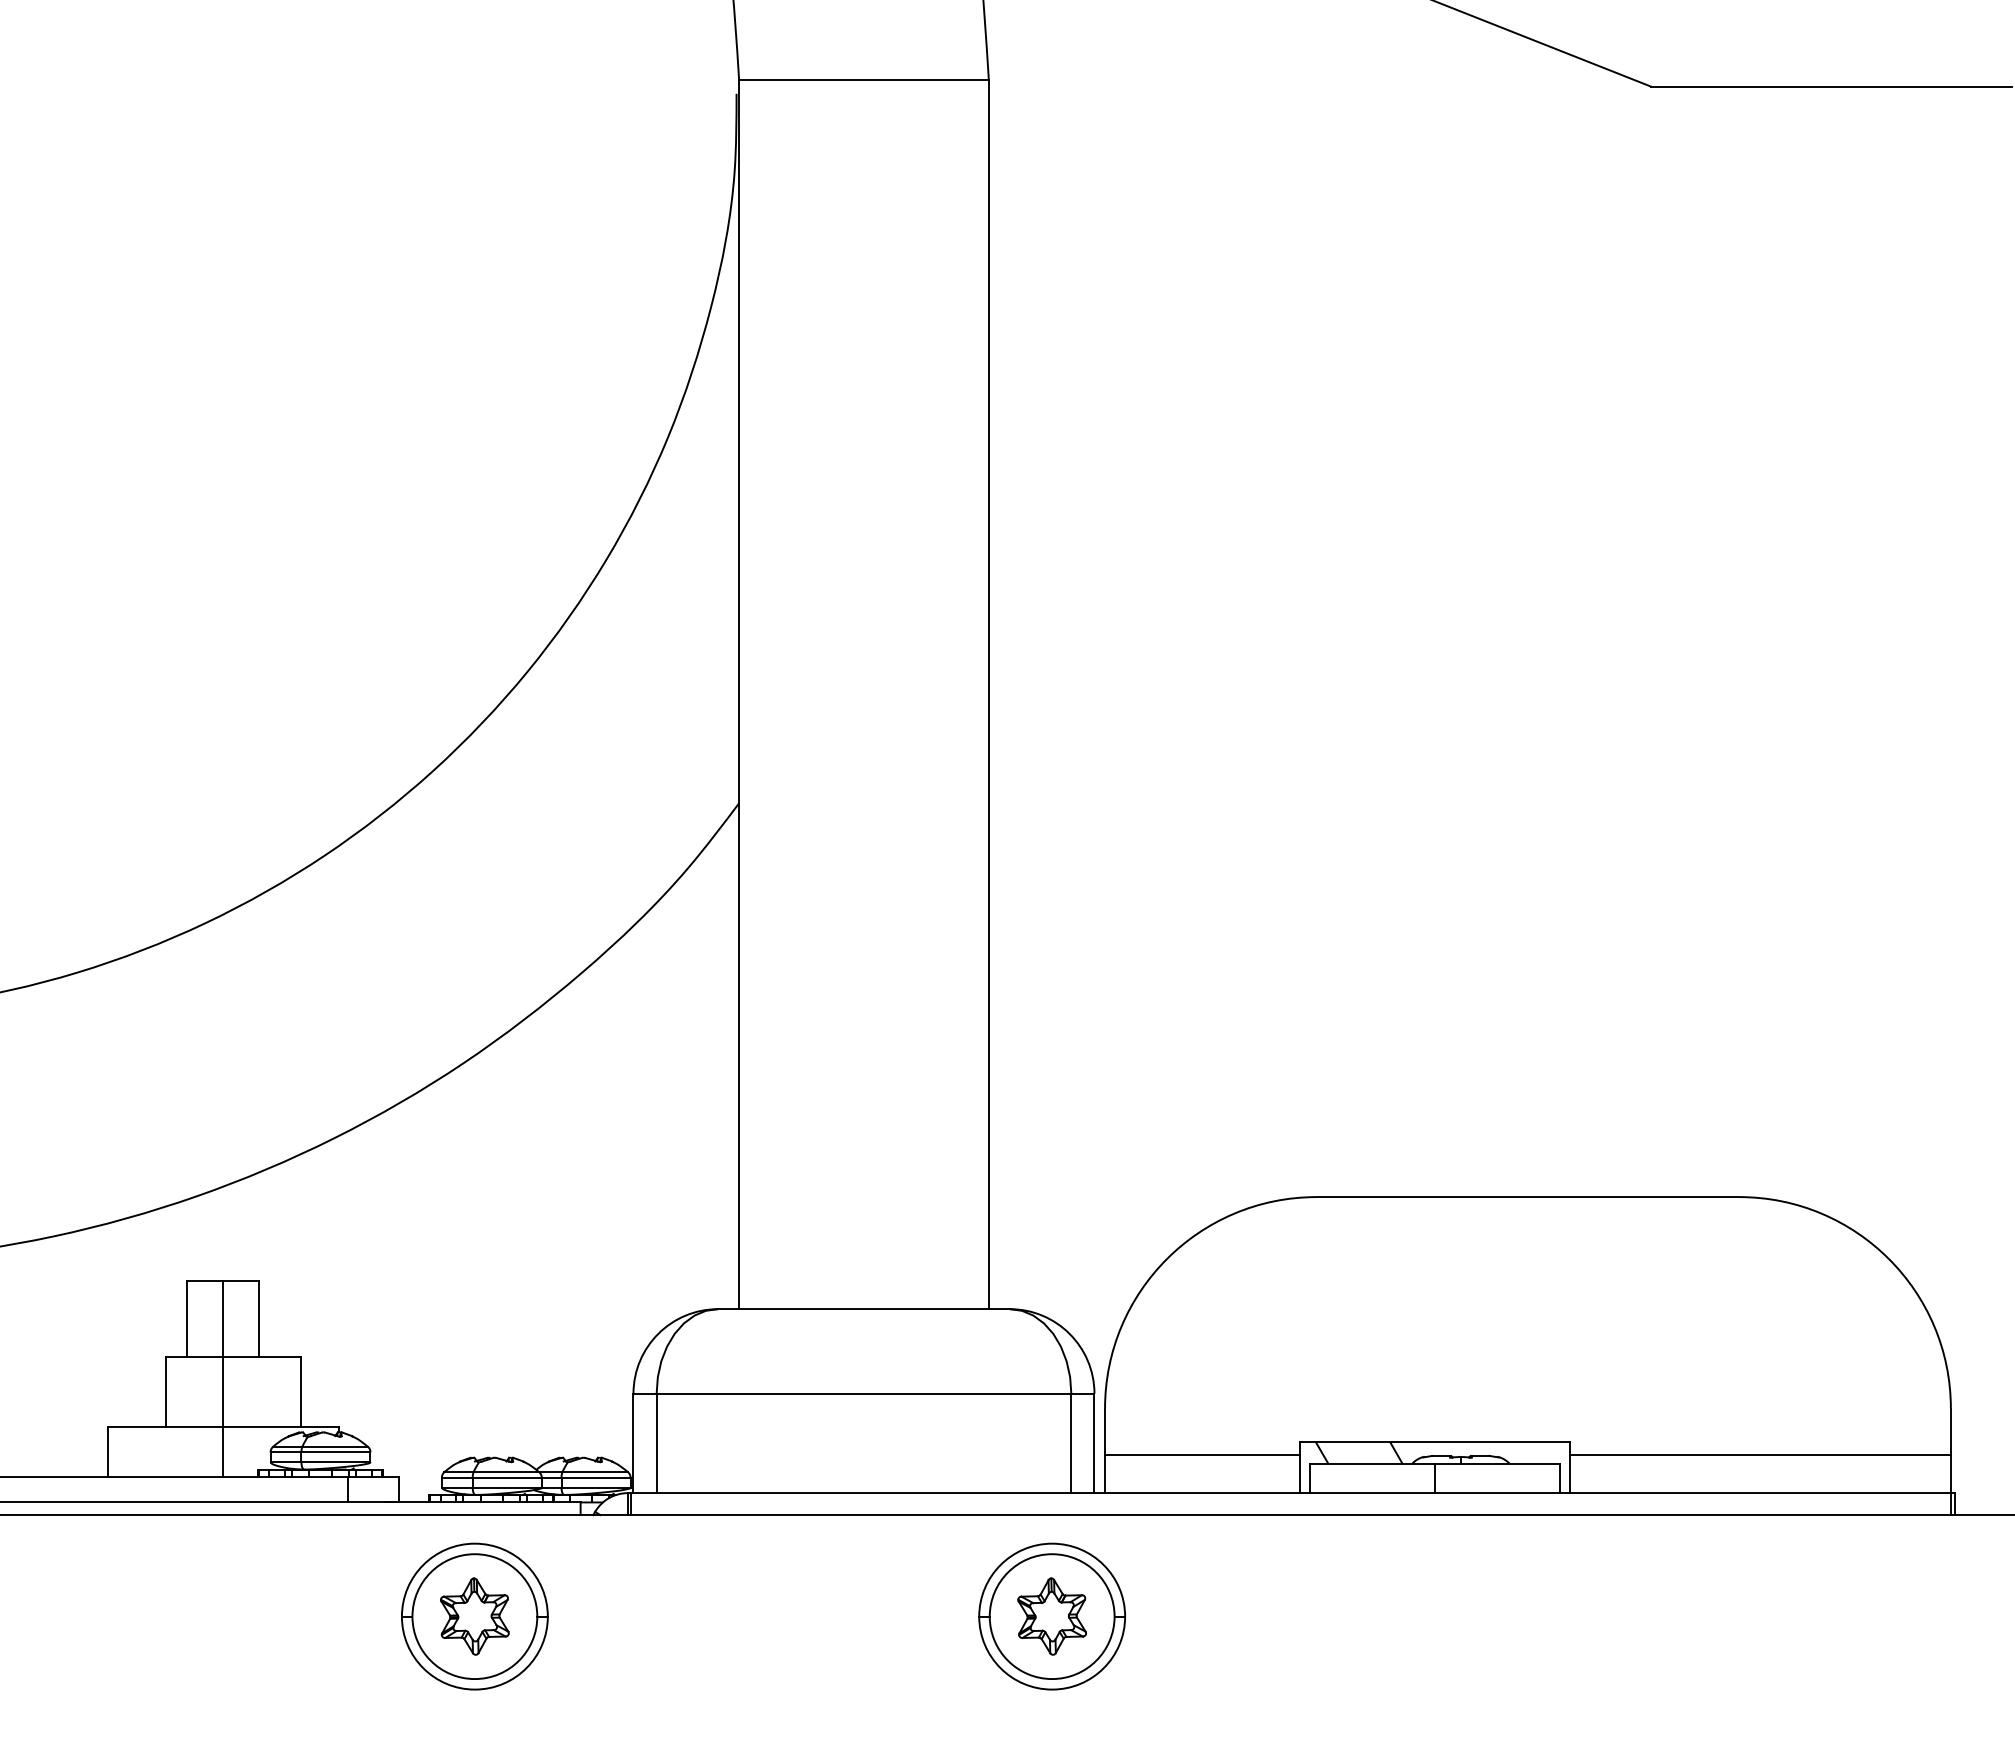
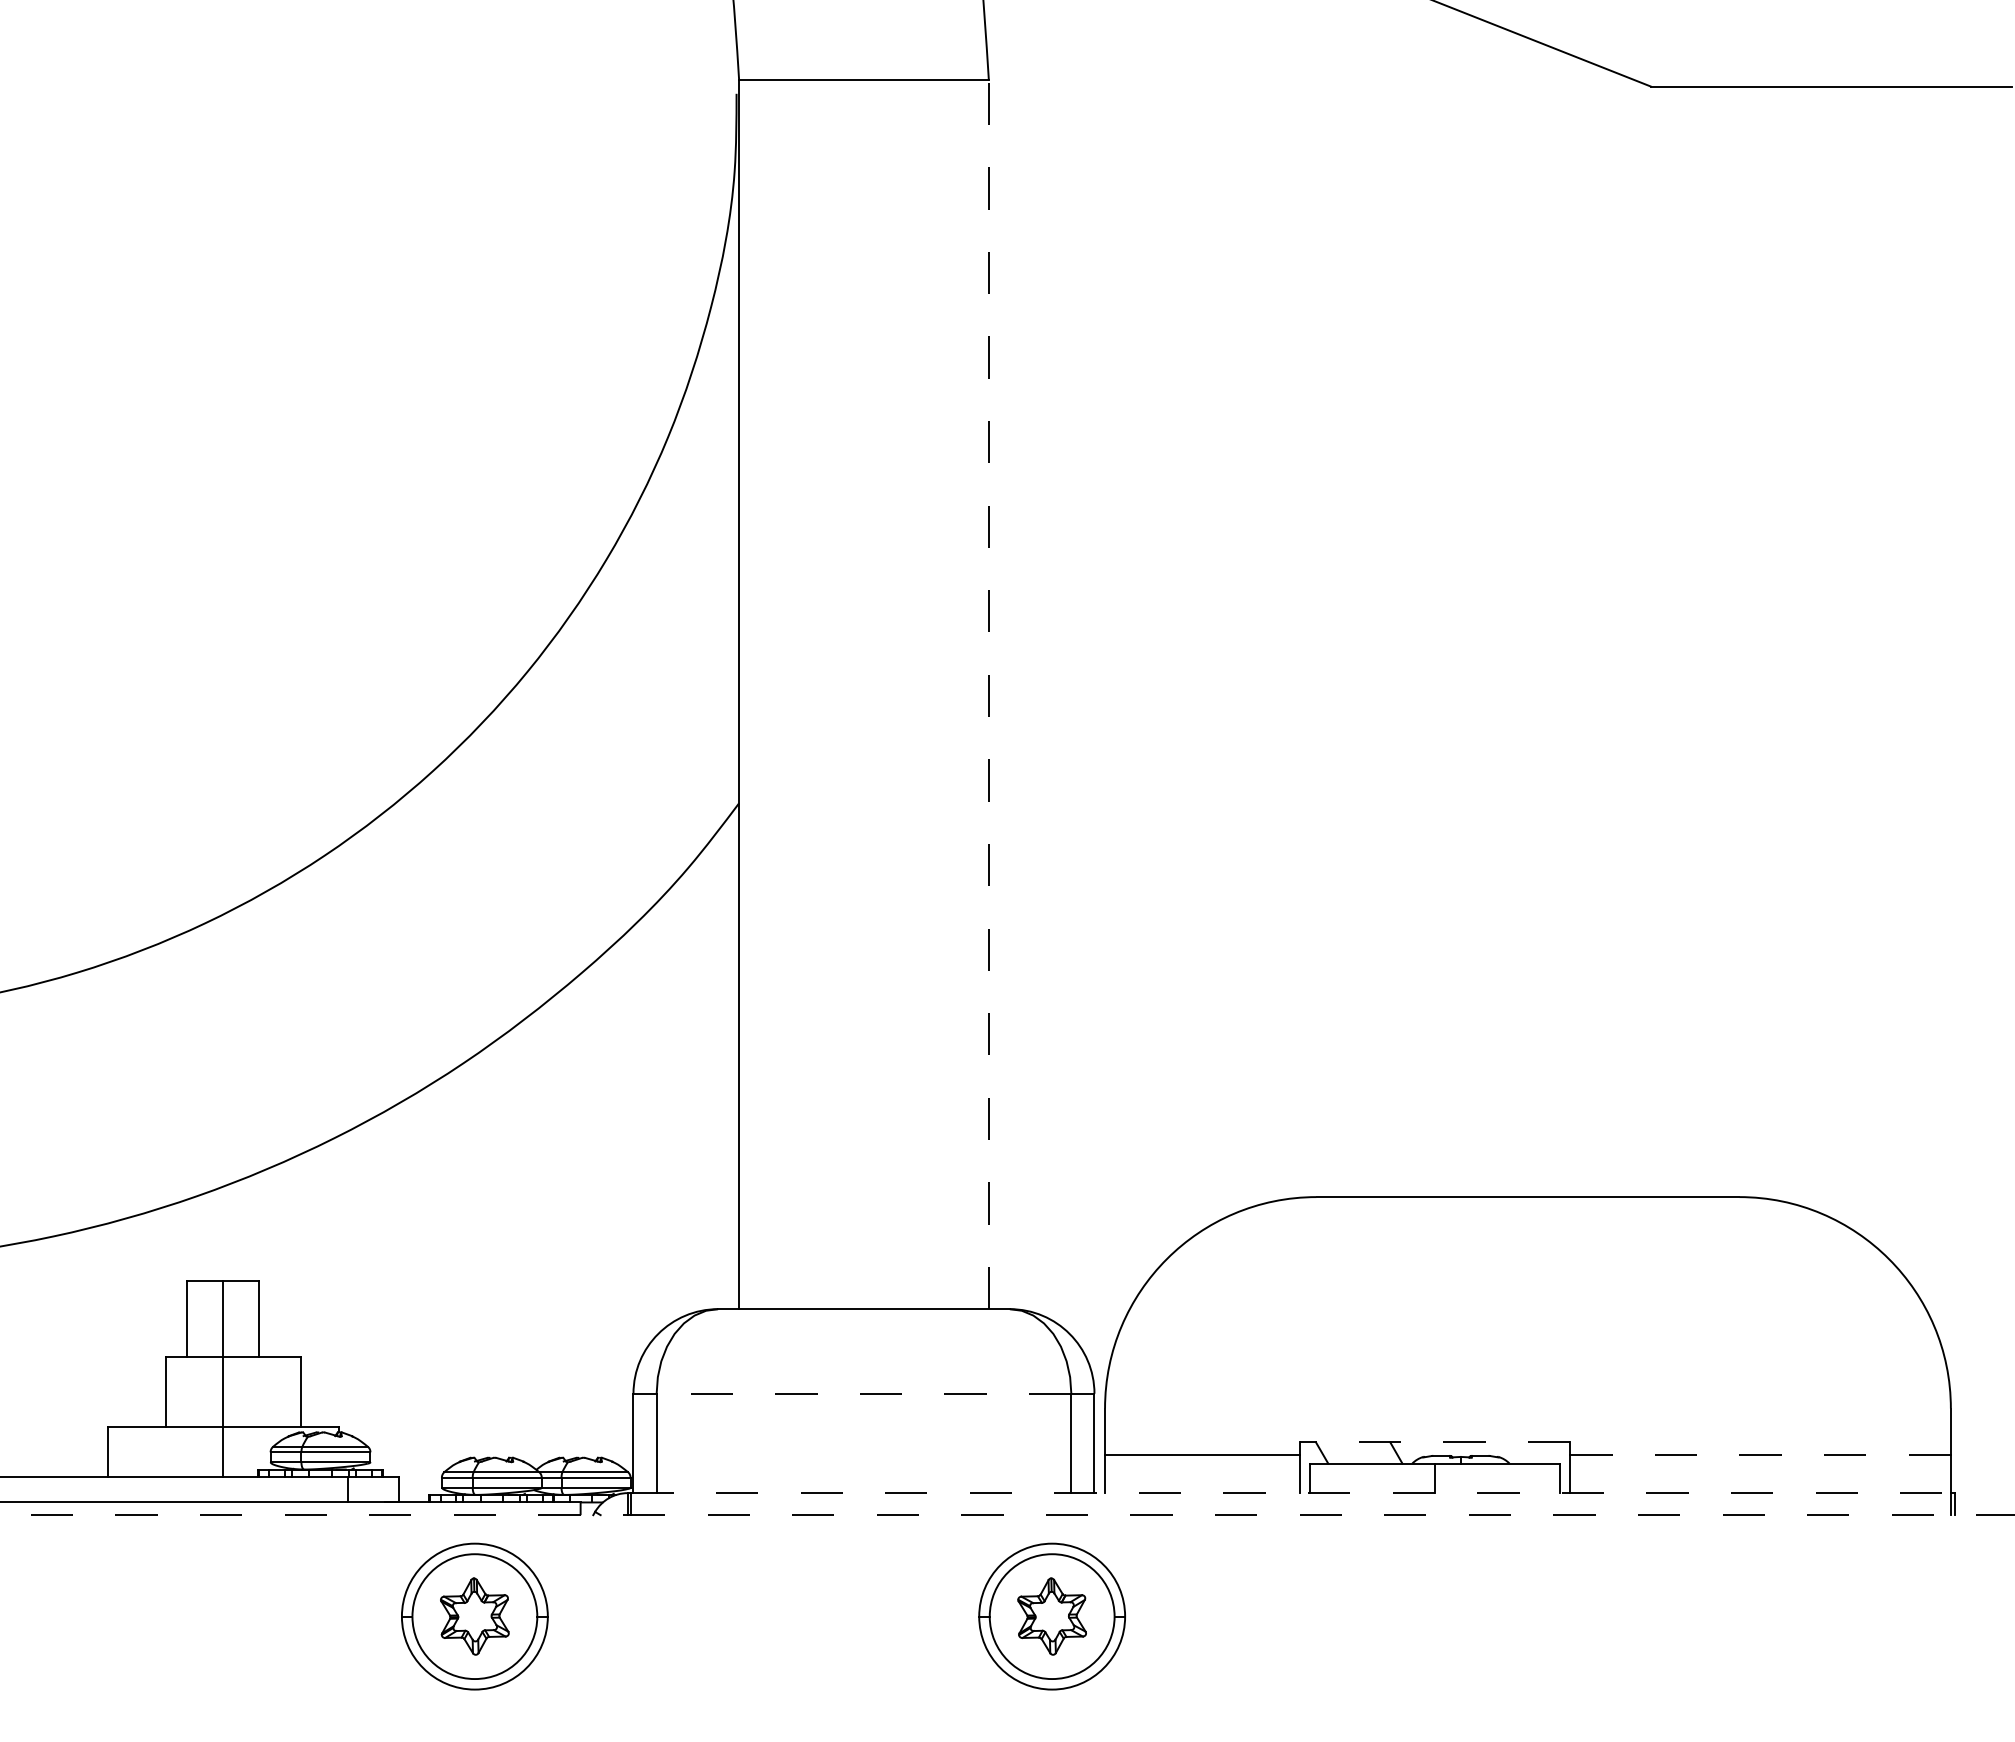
line at (988, 694): solid -> dashed
line at (863, 1393): solid -> dashed
line at (1434, 1442): solid -> dashed
line at (1761, 1455): solid -> dashed
line at (1291, 1493): solid -> dashed
line at (1007, 1515): solid -> dashed
